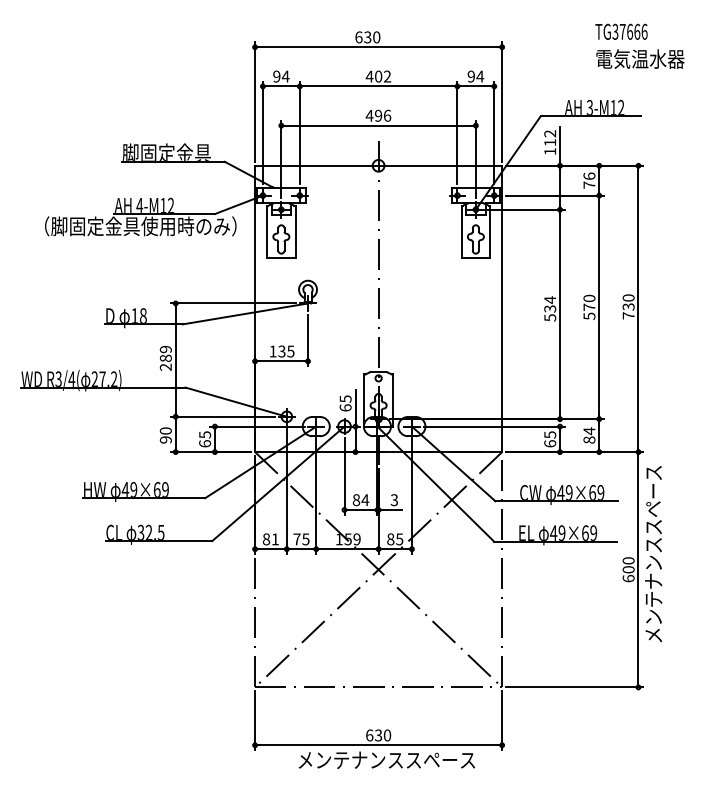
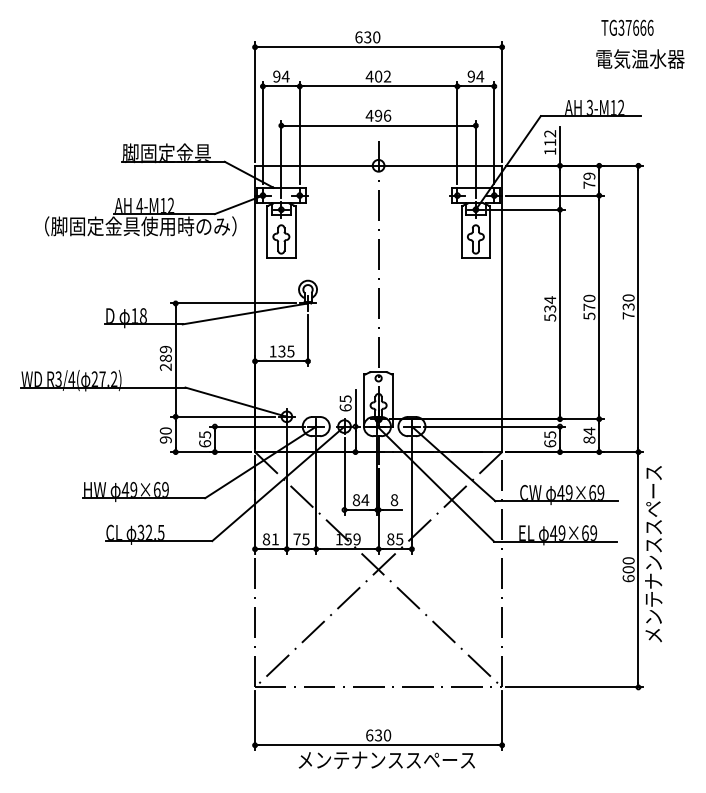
text at (621, 31) position: (621, 31) -> (627, 27)
text at (589, 175): 76 -> 79
text at (394, 499): 3 -> 8
